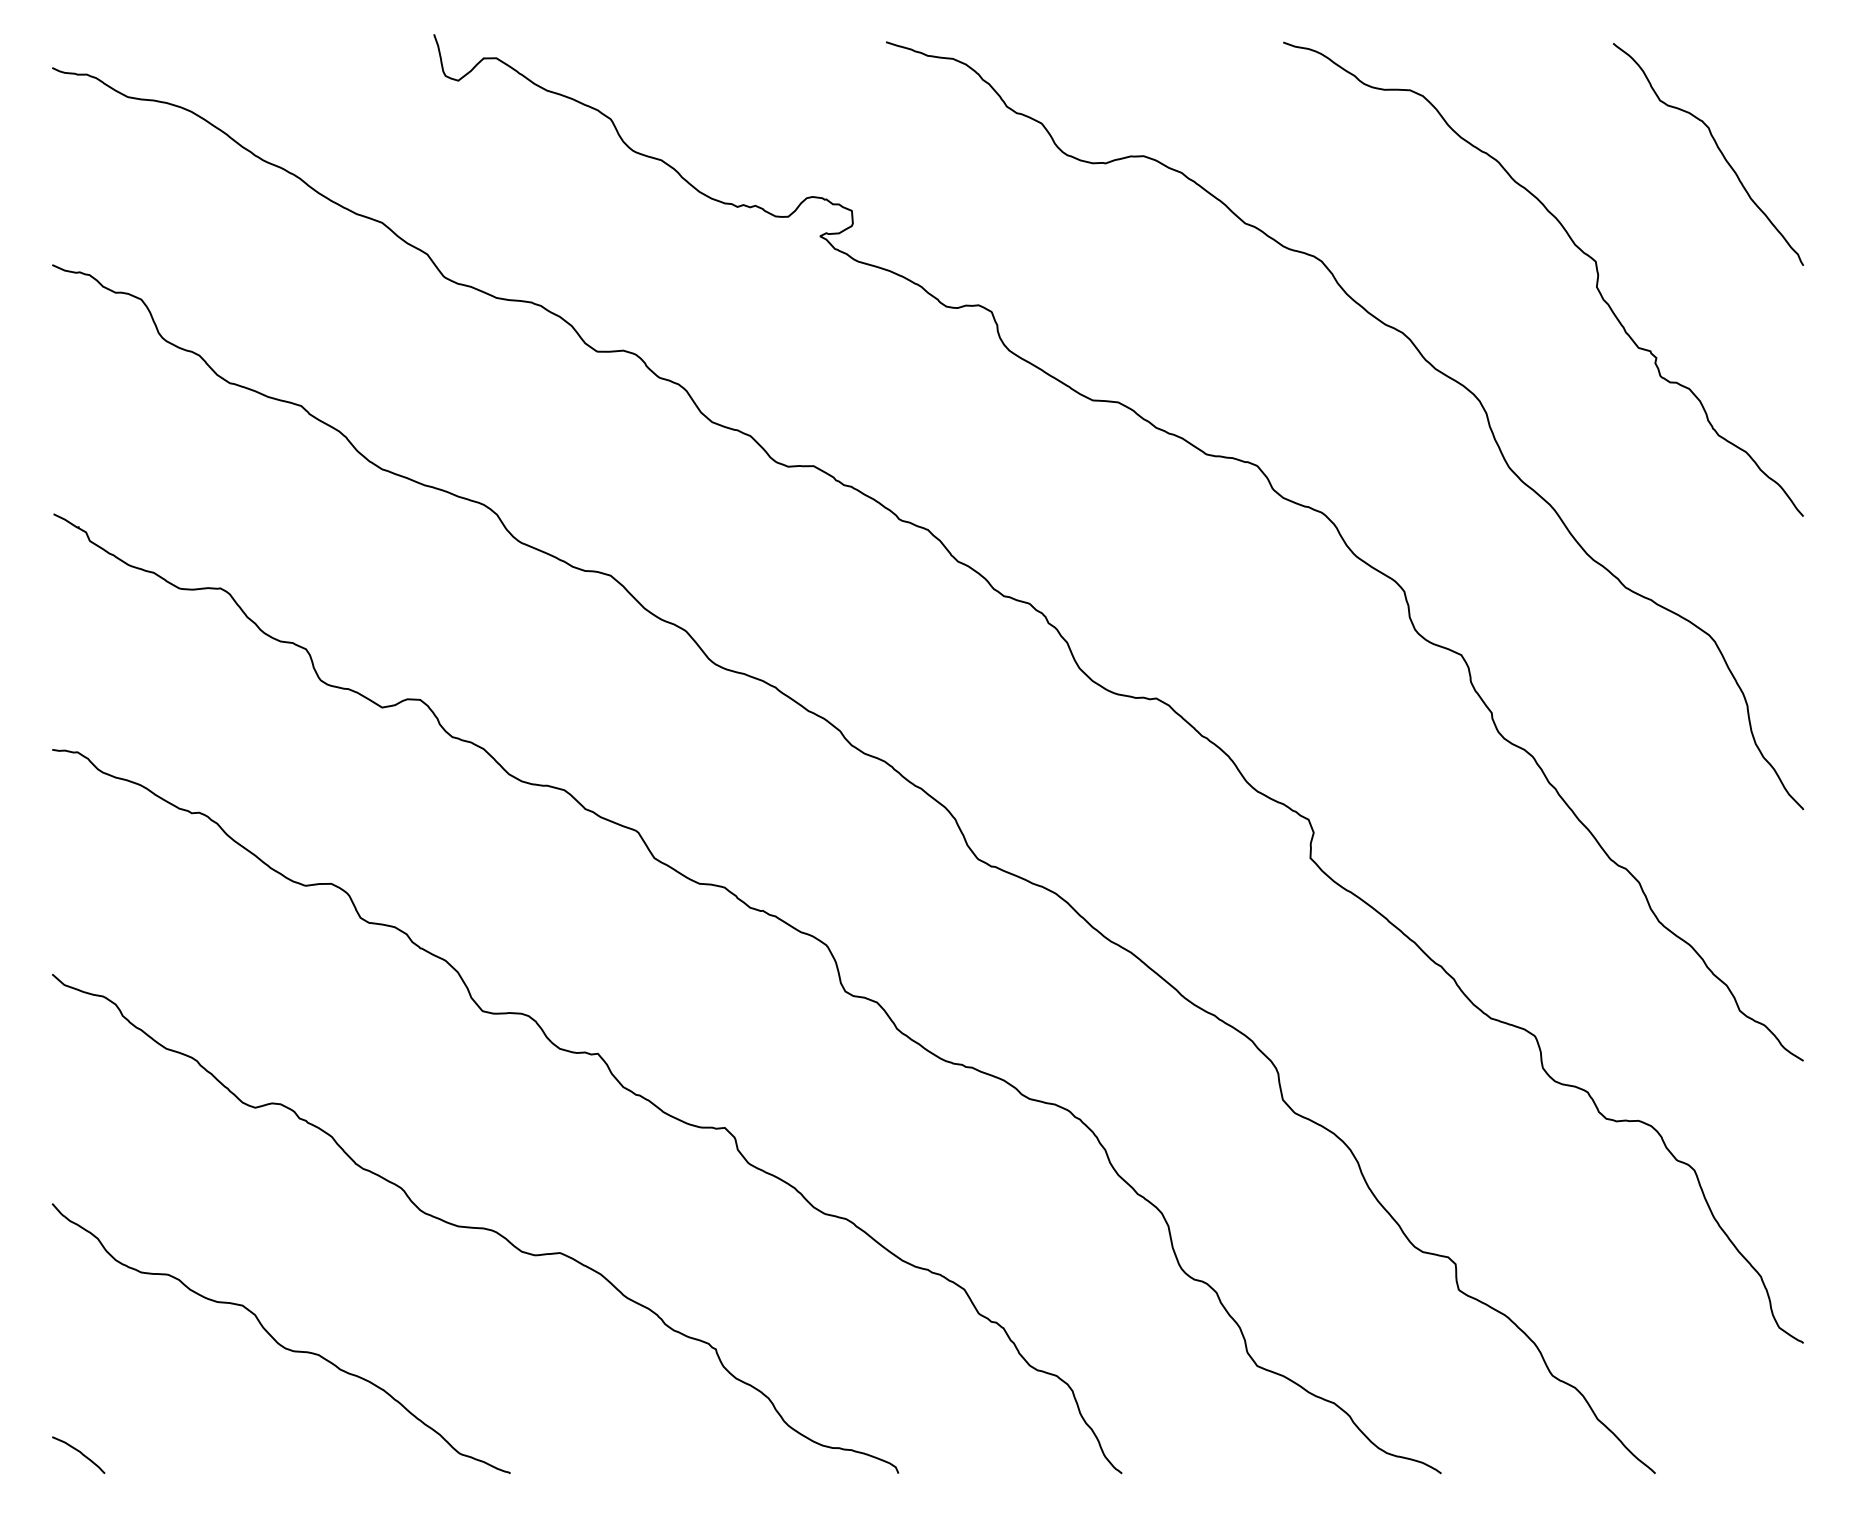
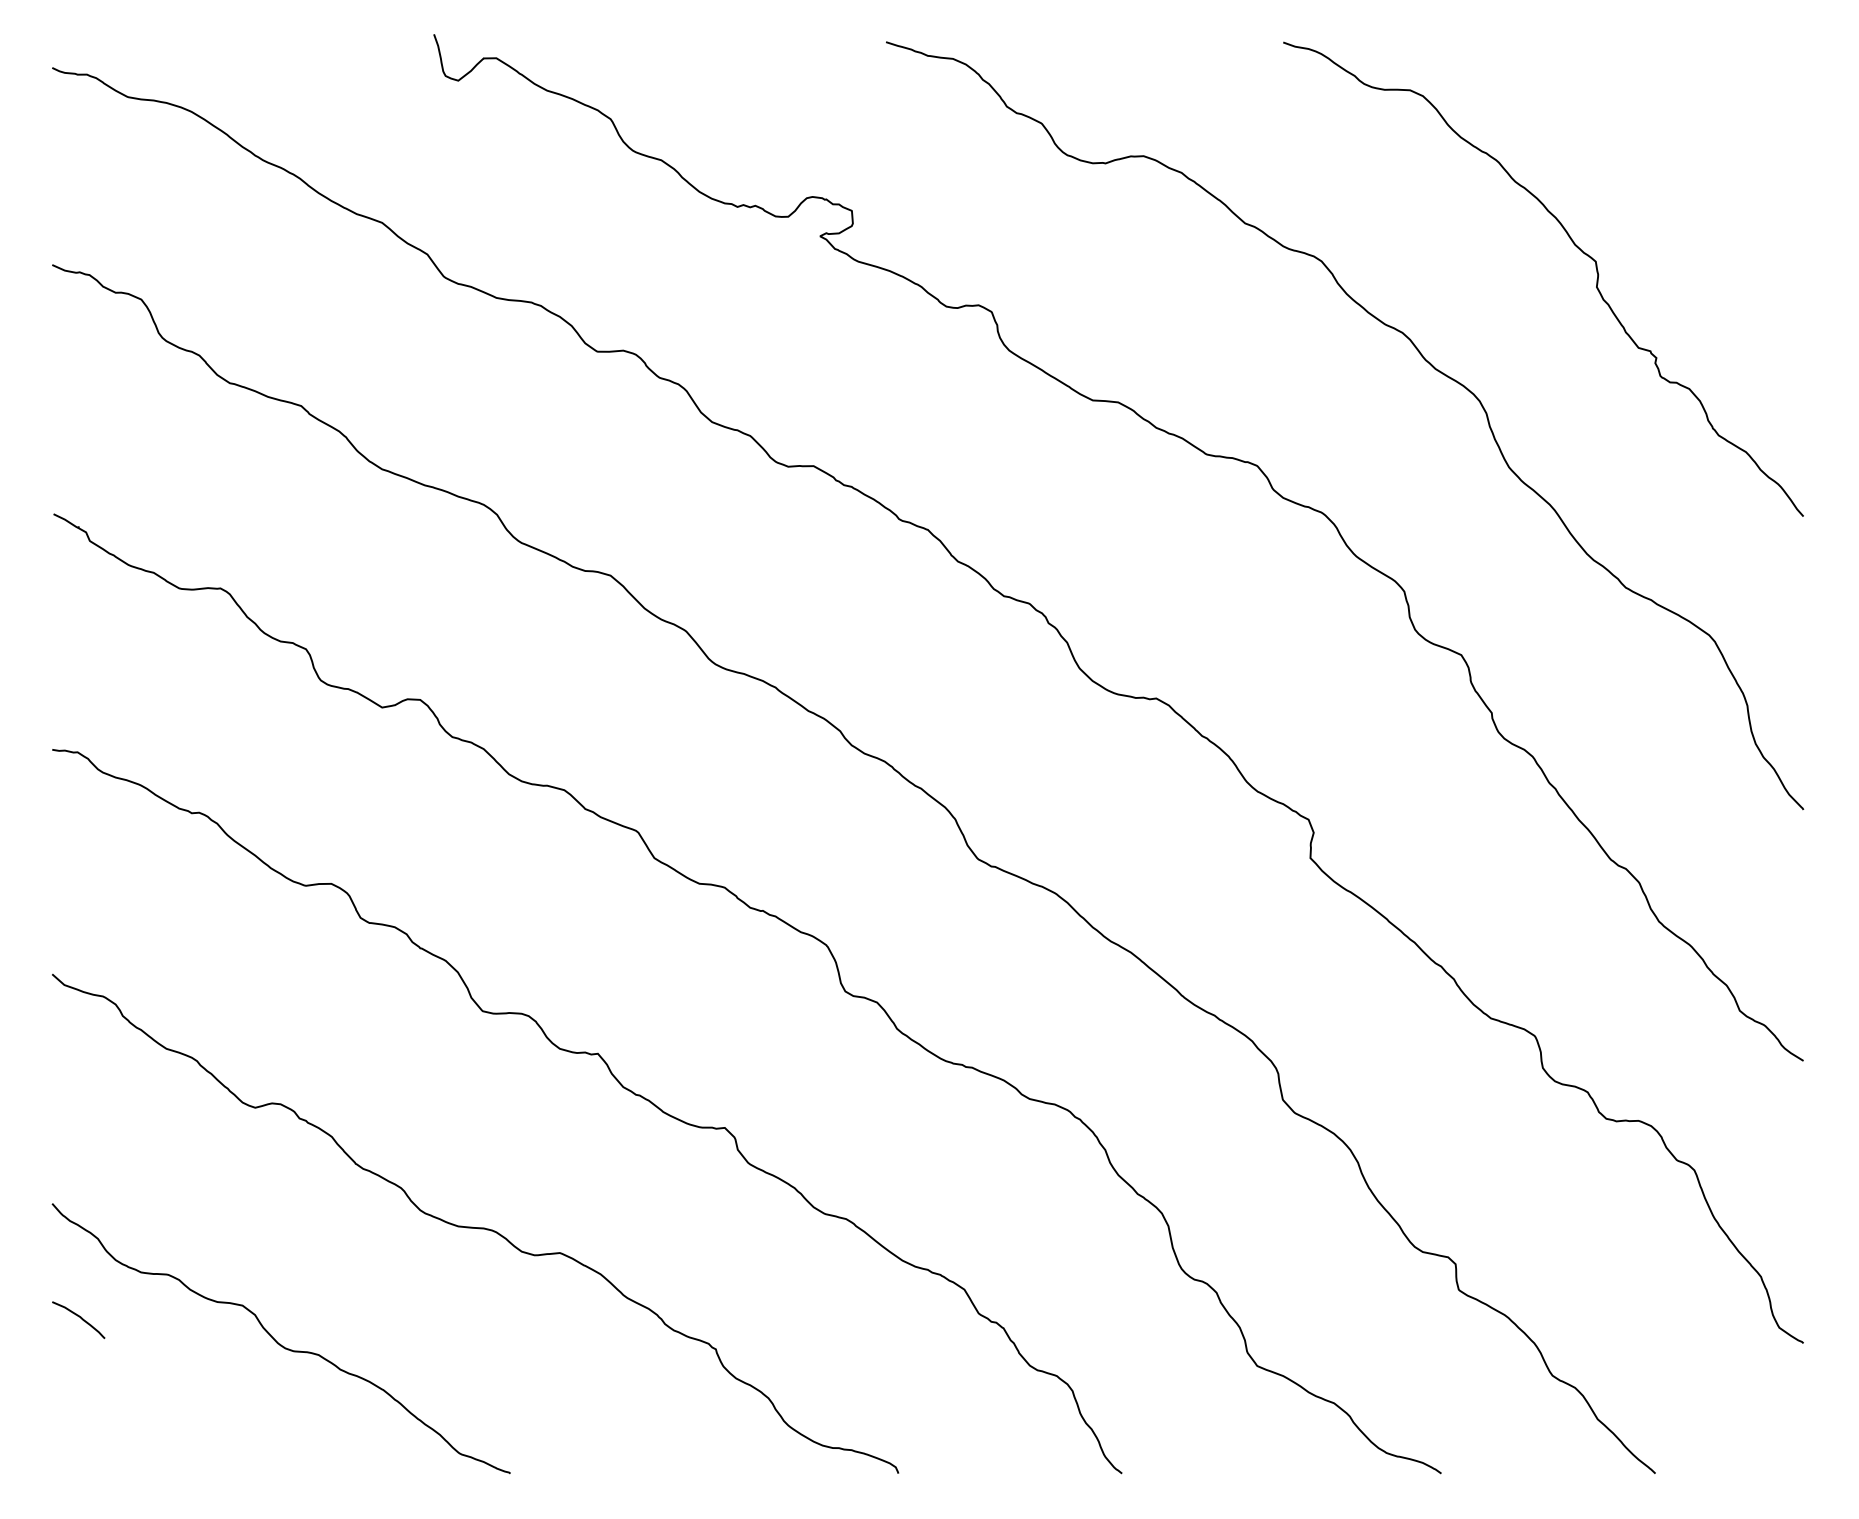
curve at (1717, 148): present -> none
curve at (79, 1452) position: (79, 1452) -> (79, 1317)
